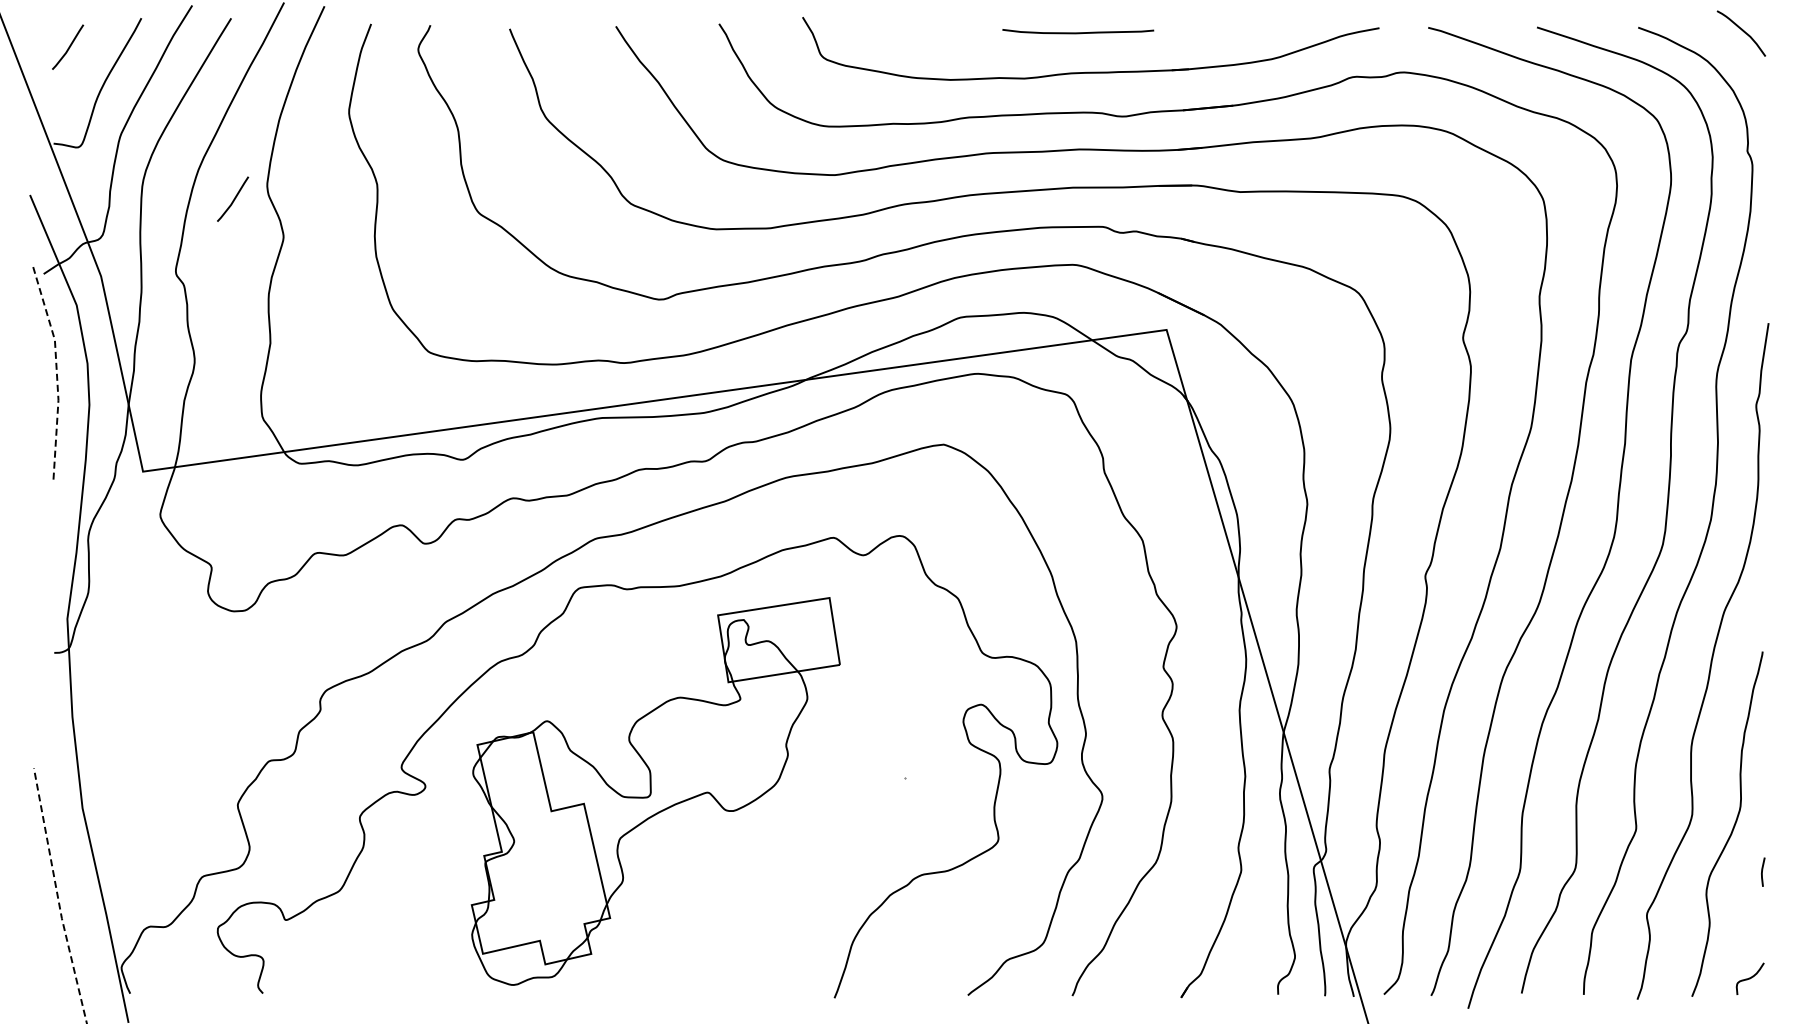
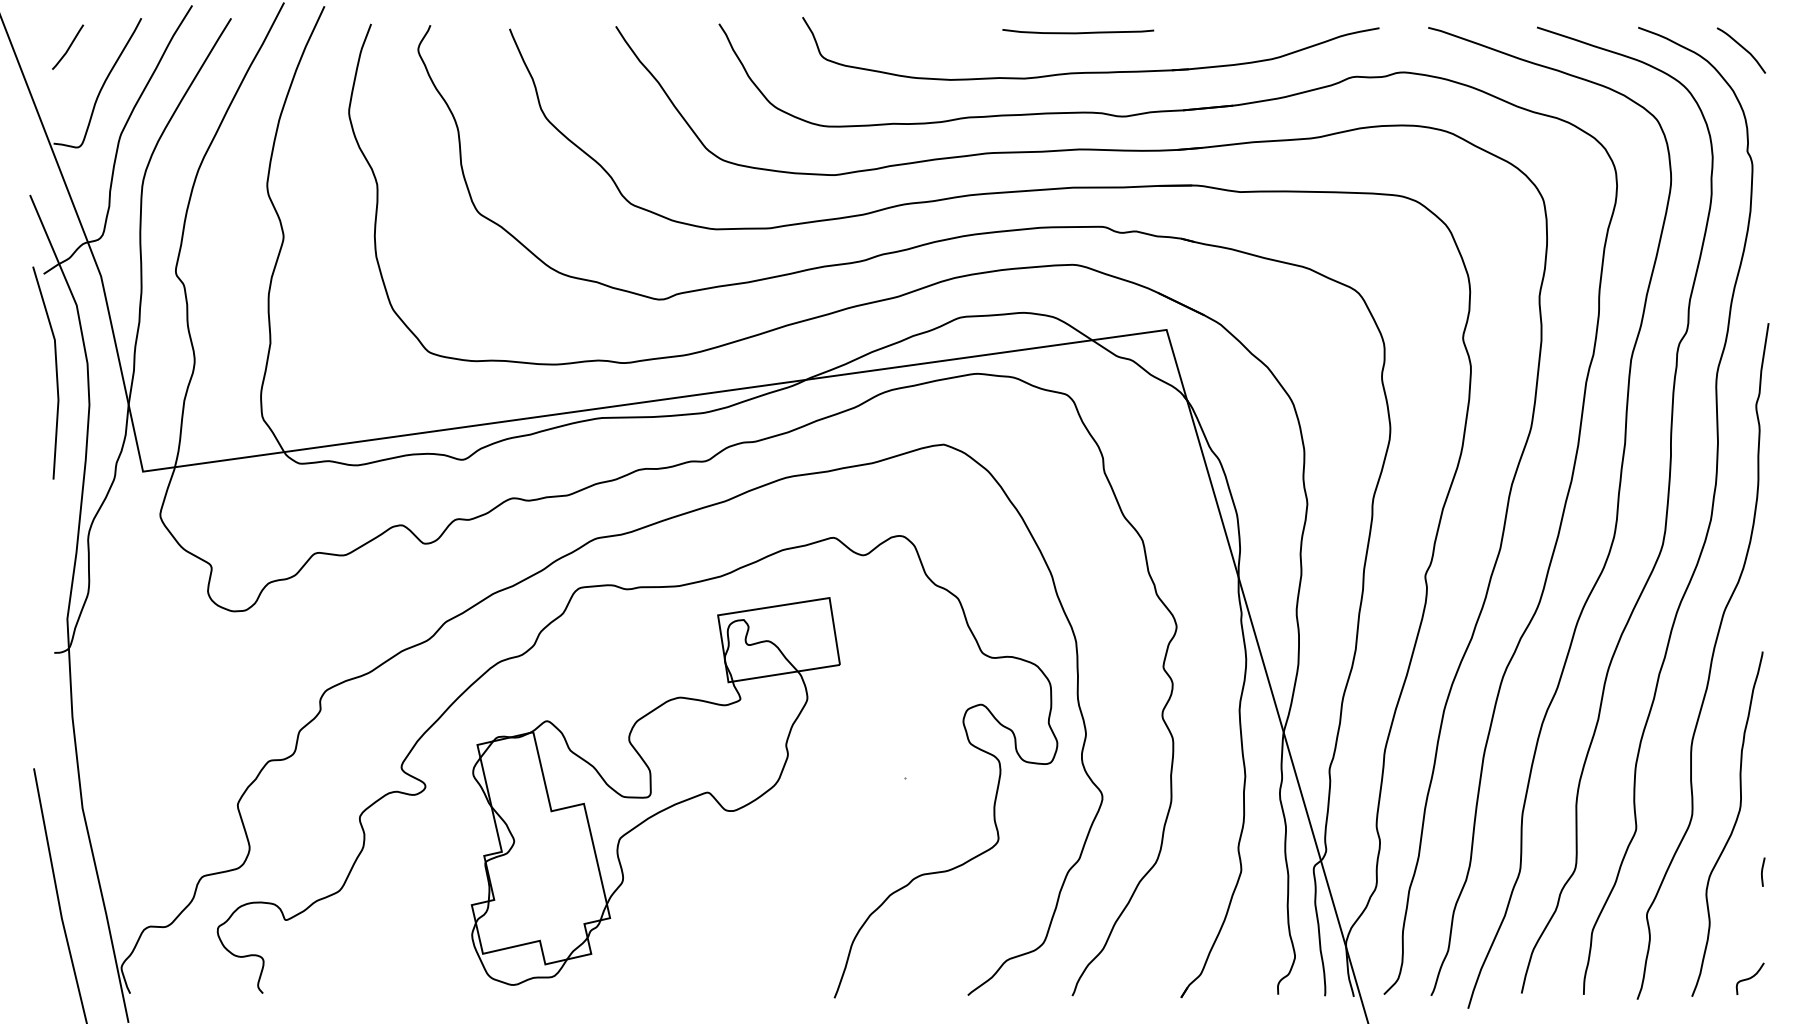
curve at (1742, 31) position: (1742, 31) -> (1742, 48)
line at (233, 198): present -> none
line at (56, 371): dashed -> solid
line at (57, 897): dashed -> solid
